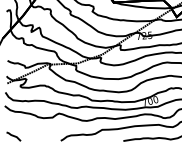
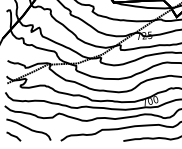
curve at (28, 129): none -> present
